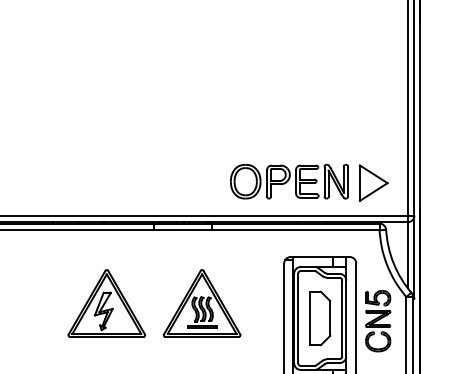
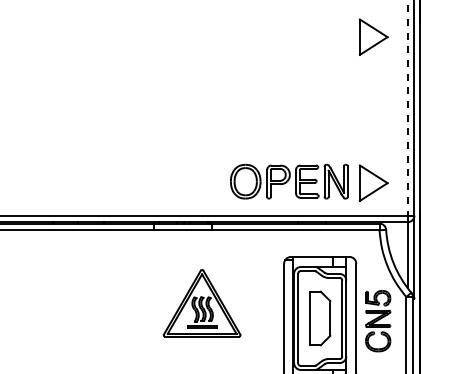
part at (373, 36): none -> present
line at (407, 107): solid -> dashed
part at (106, 303): present -> none
